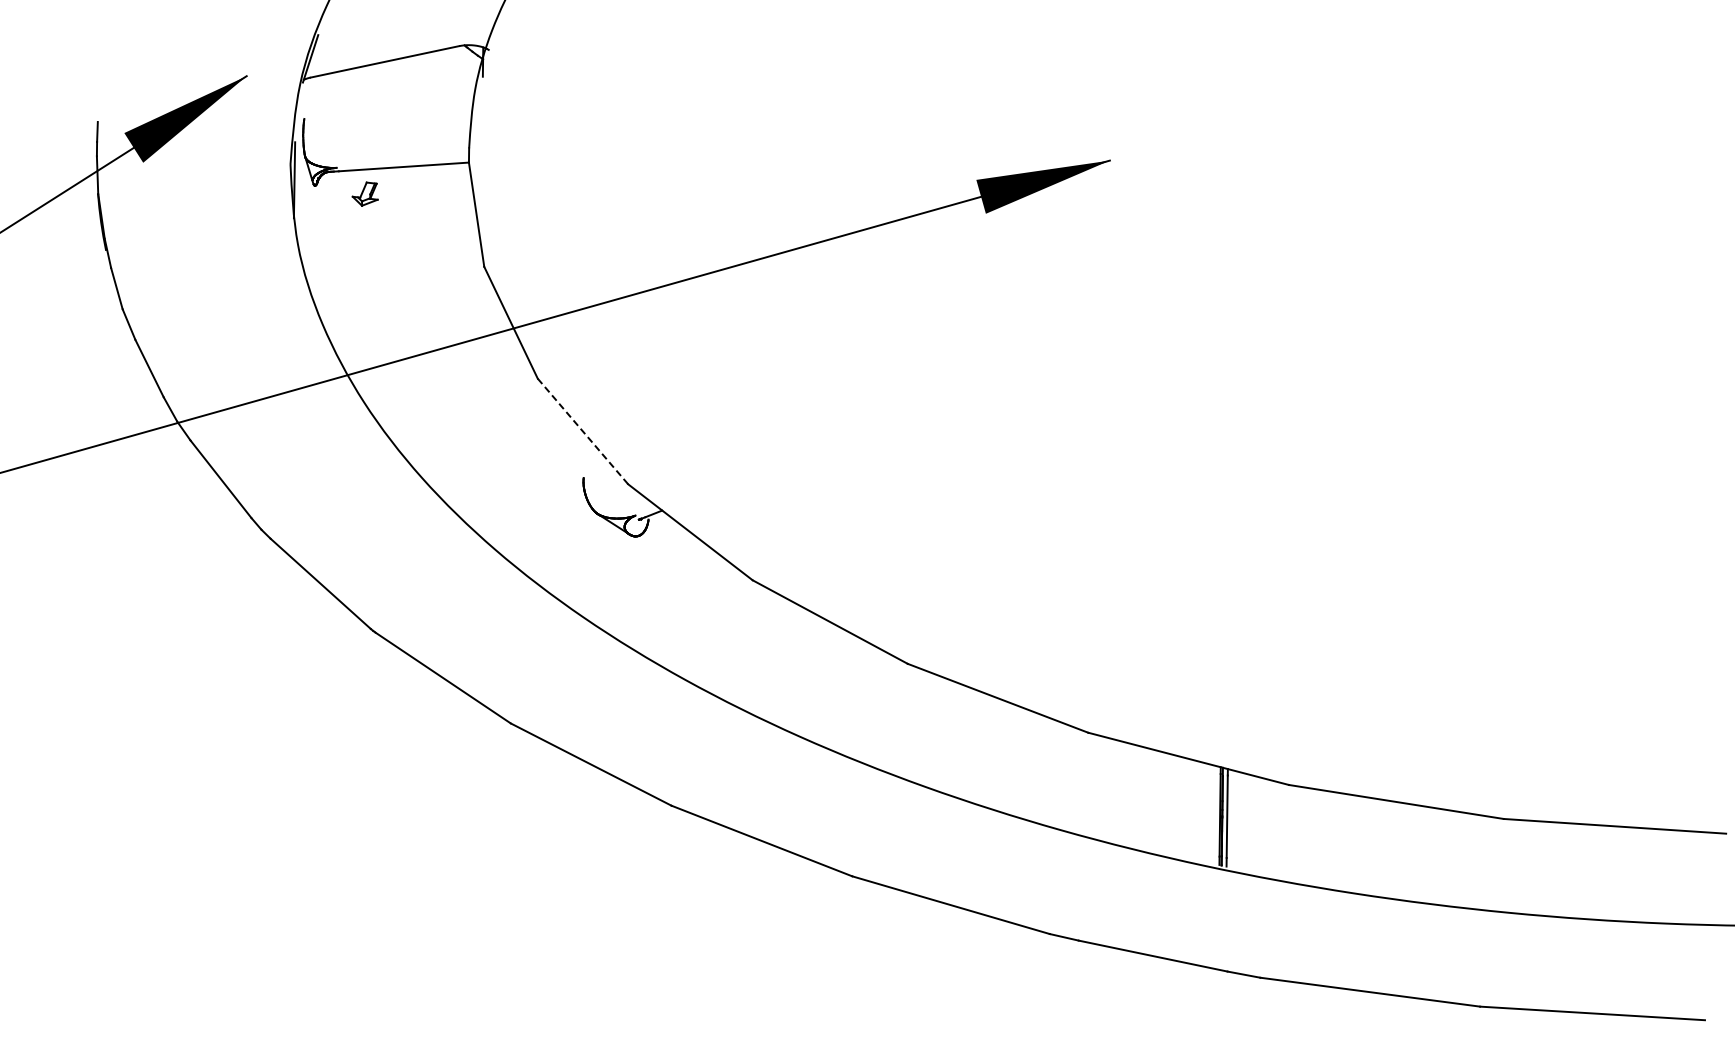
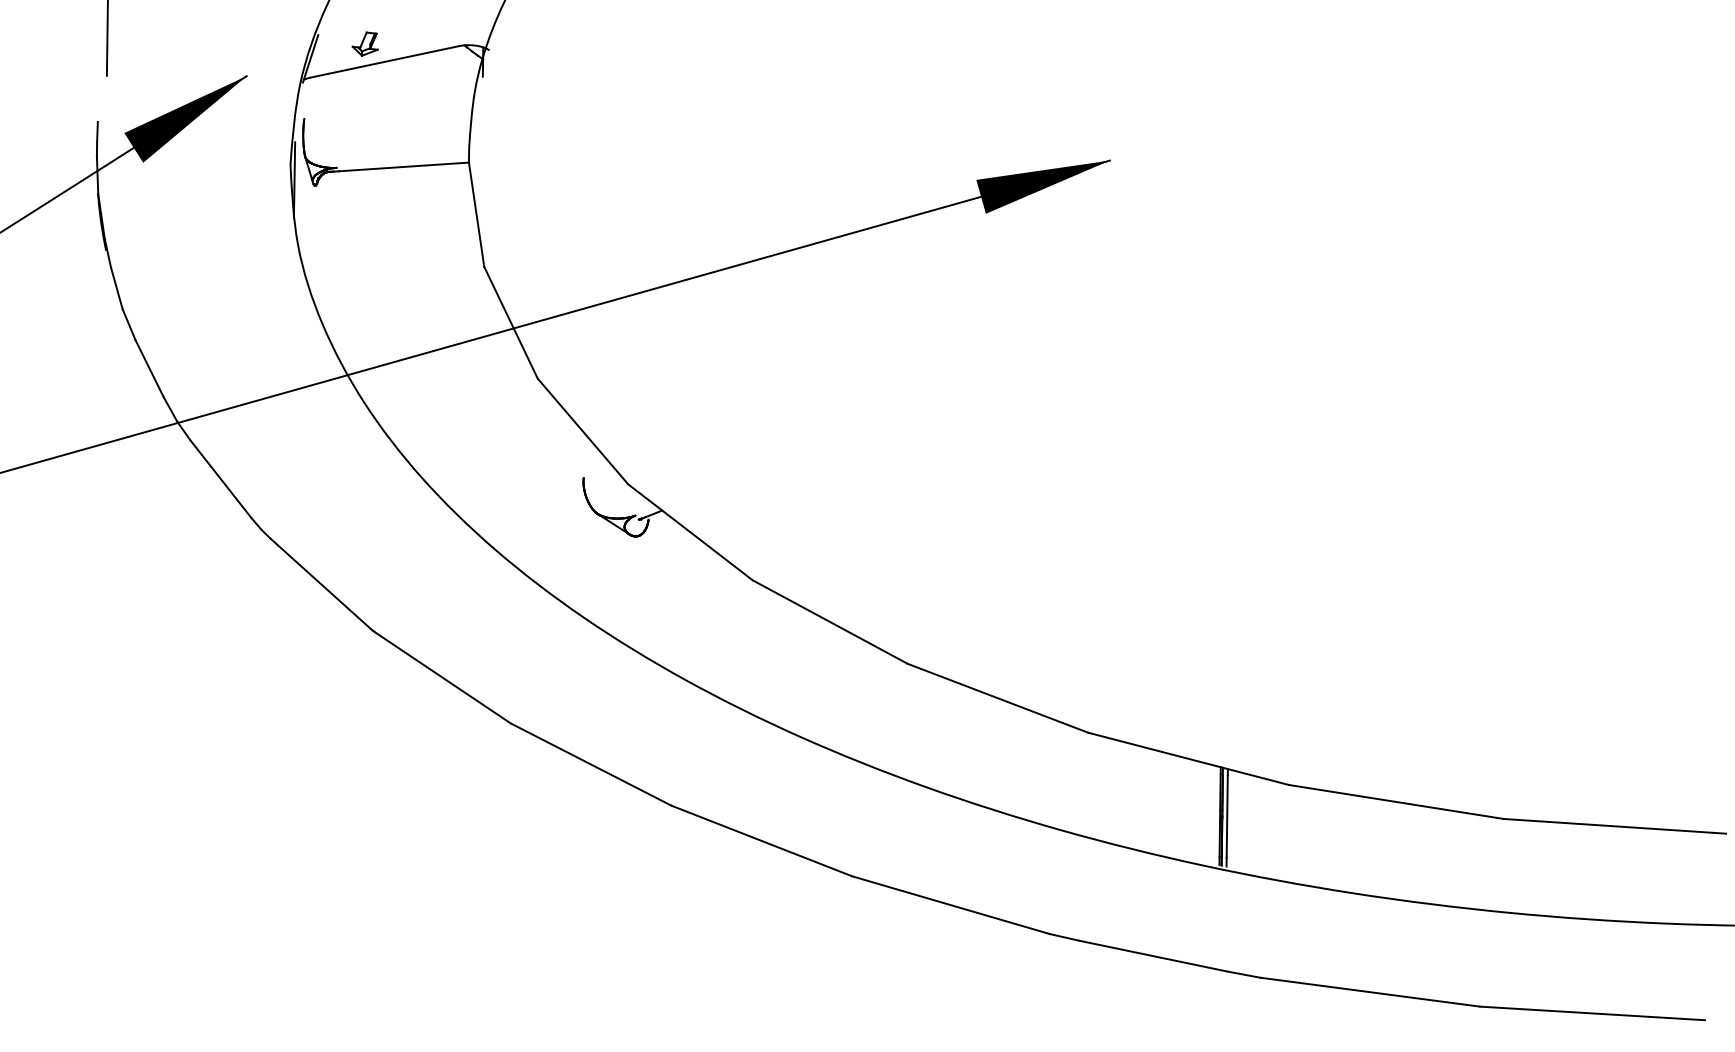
line at (106, 38): none -> present
part at (364, 193) position: (364, 193) -> (364, 43)
line at (582, 431): dashed -> solid
